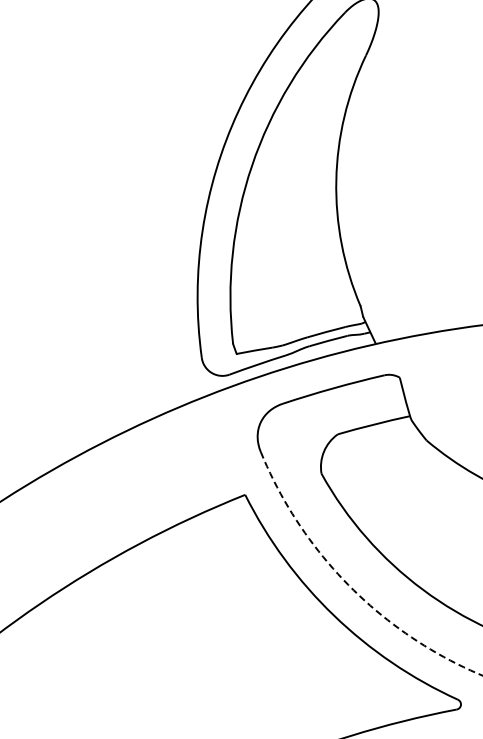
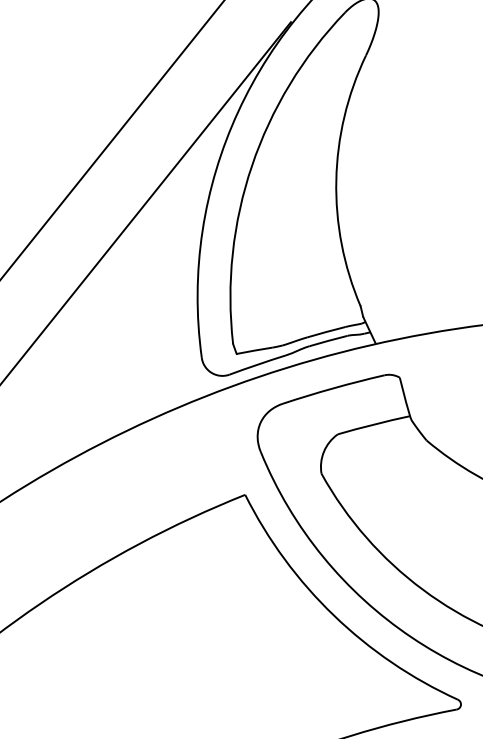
line at (112, 139): none -> present
line at (146, 202): none -> present
arc at (348, 584): dashed -> solid
